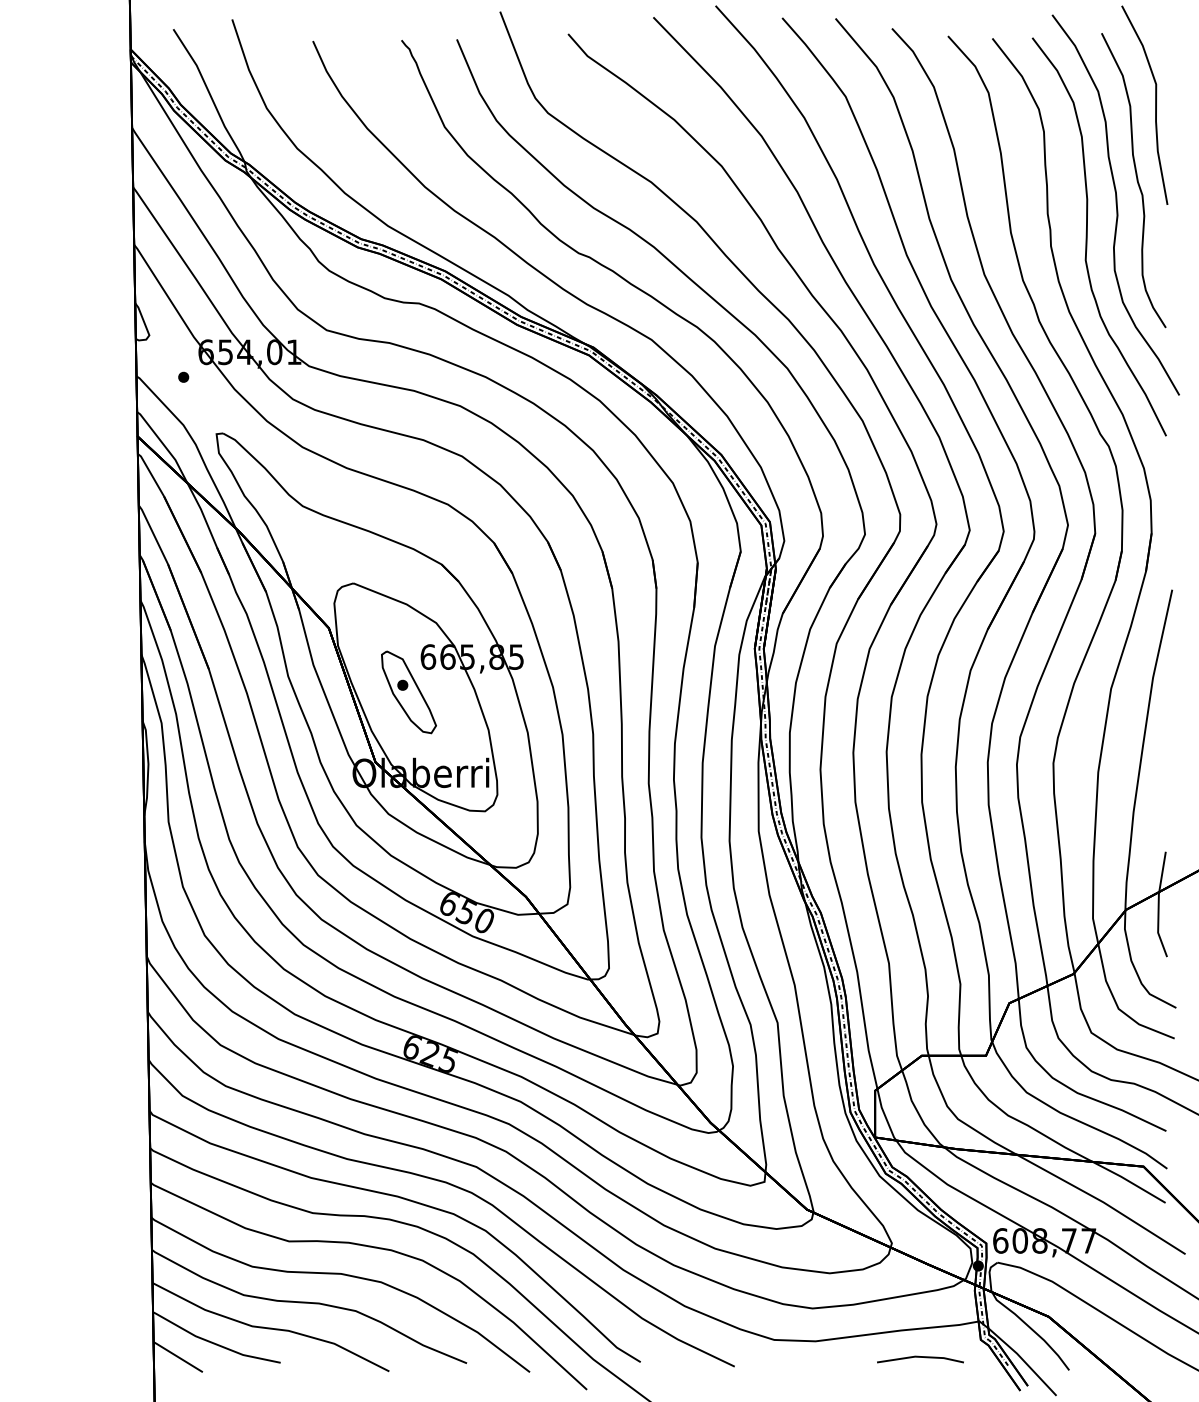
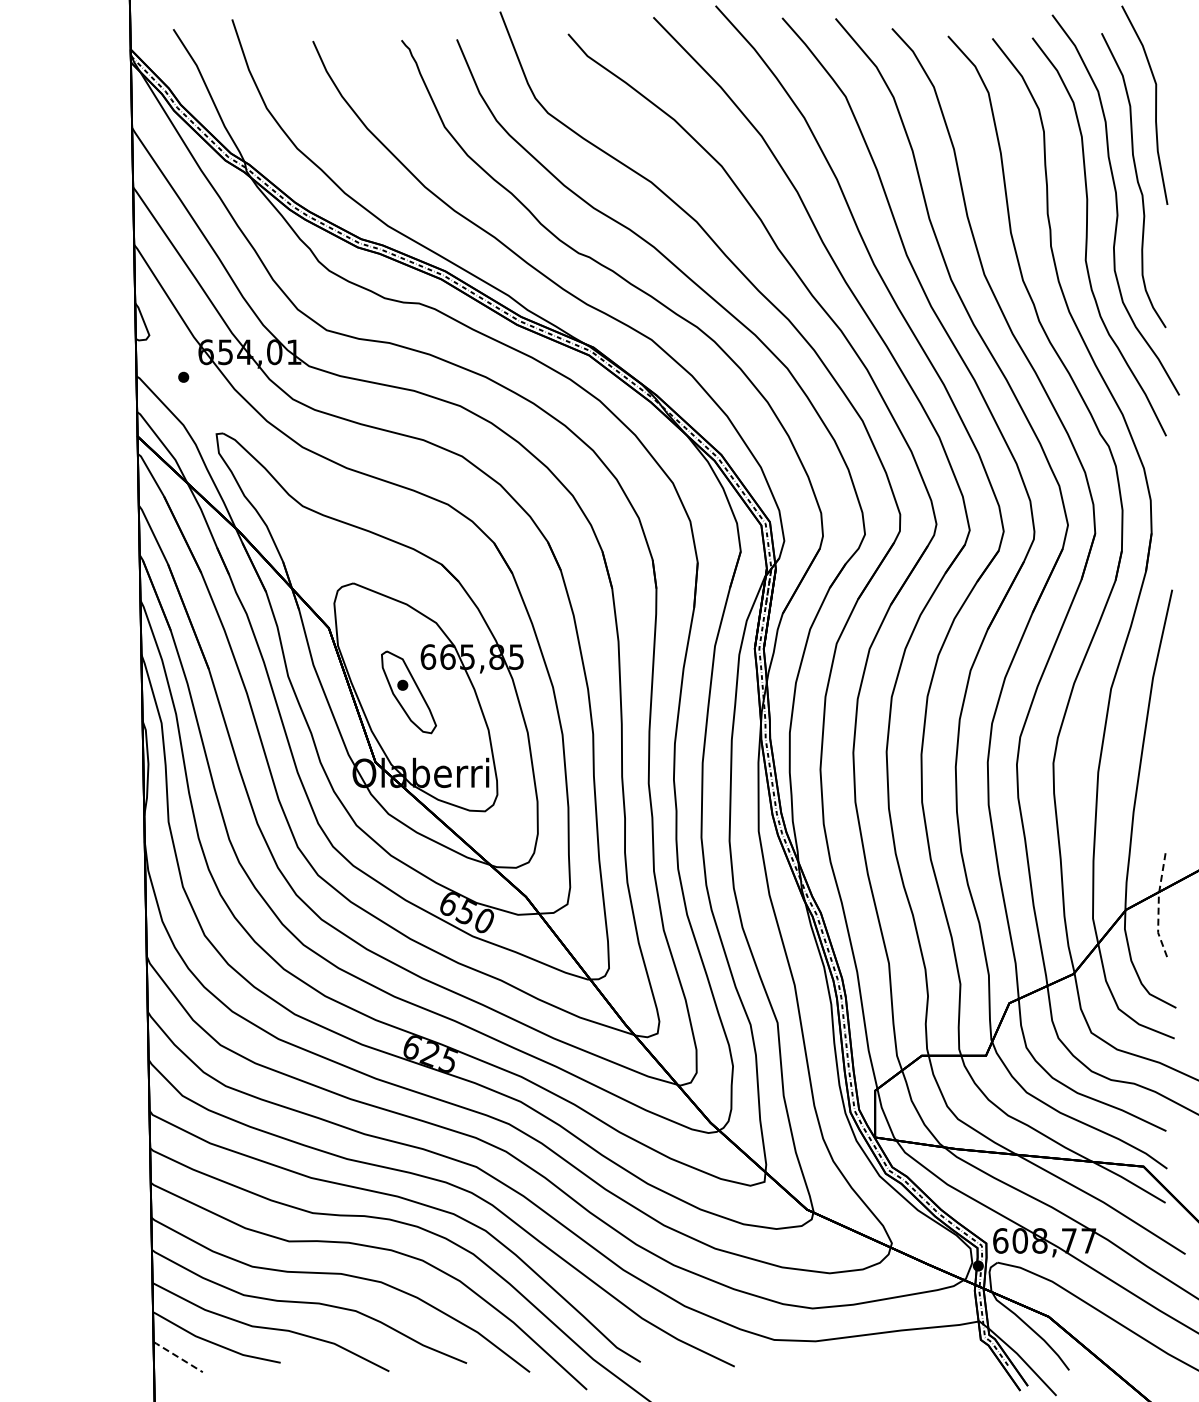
line at (1158, 904): solid -> dashed
line at (177, 1356): solid -> dashed
line at (920, 1357): present -> none
